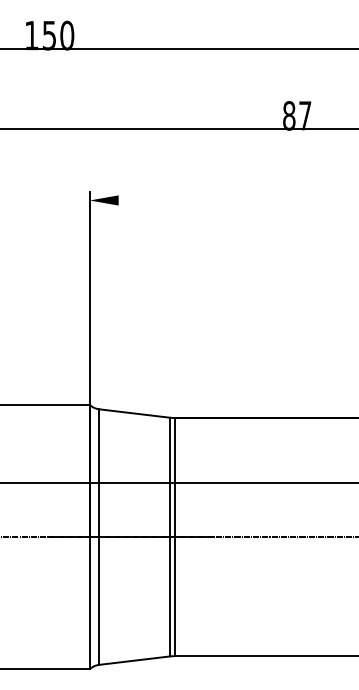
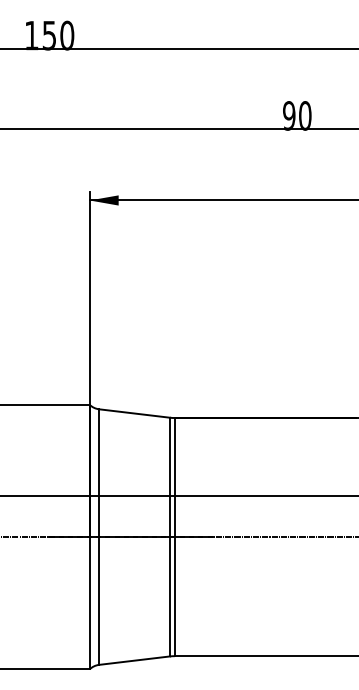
text at (297, 115): 87 -> 90
line at (222, 200): none -> present
line at (178, 482) position: (178, 482) -> (178, 495)
